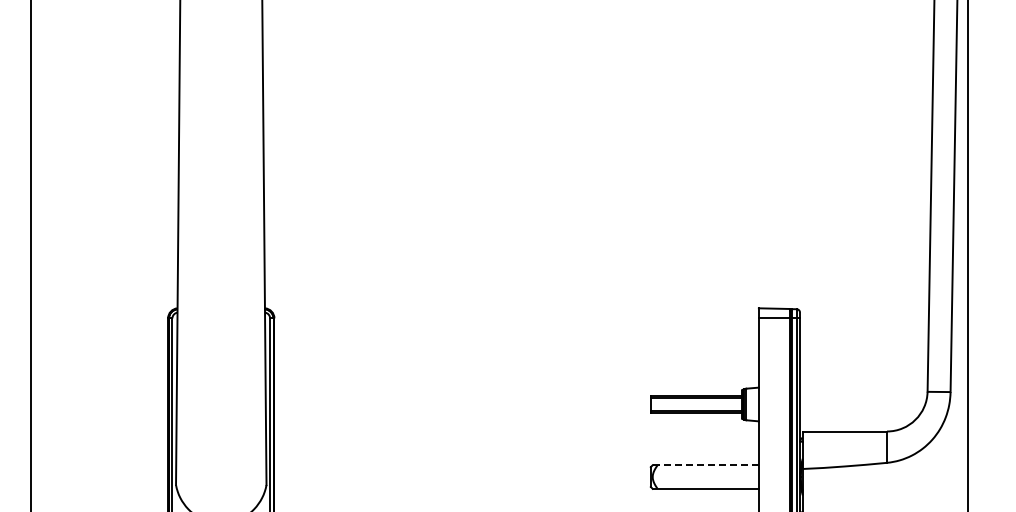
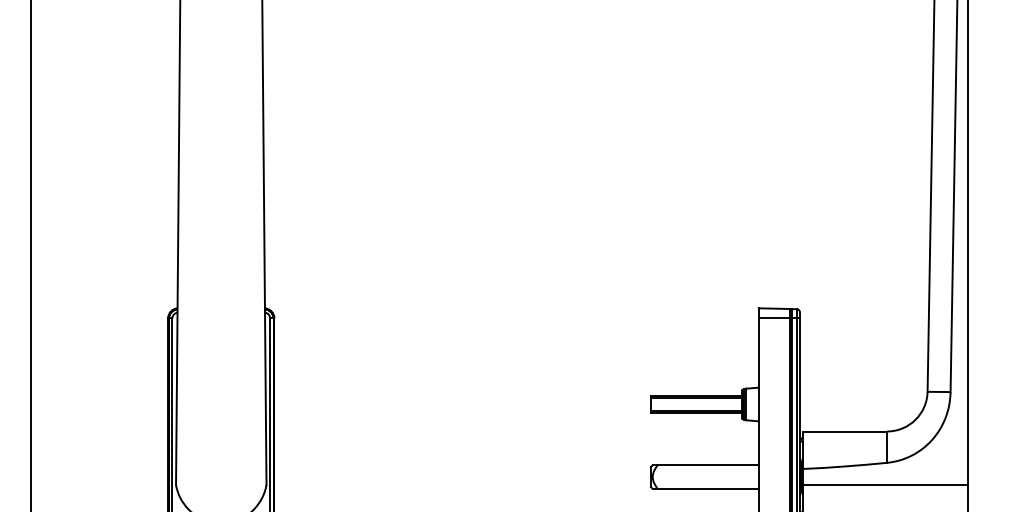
line at (705, 465): dashed -> solid
line at (885, 485): none -> present
